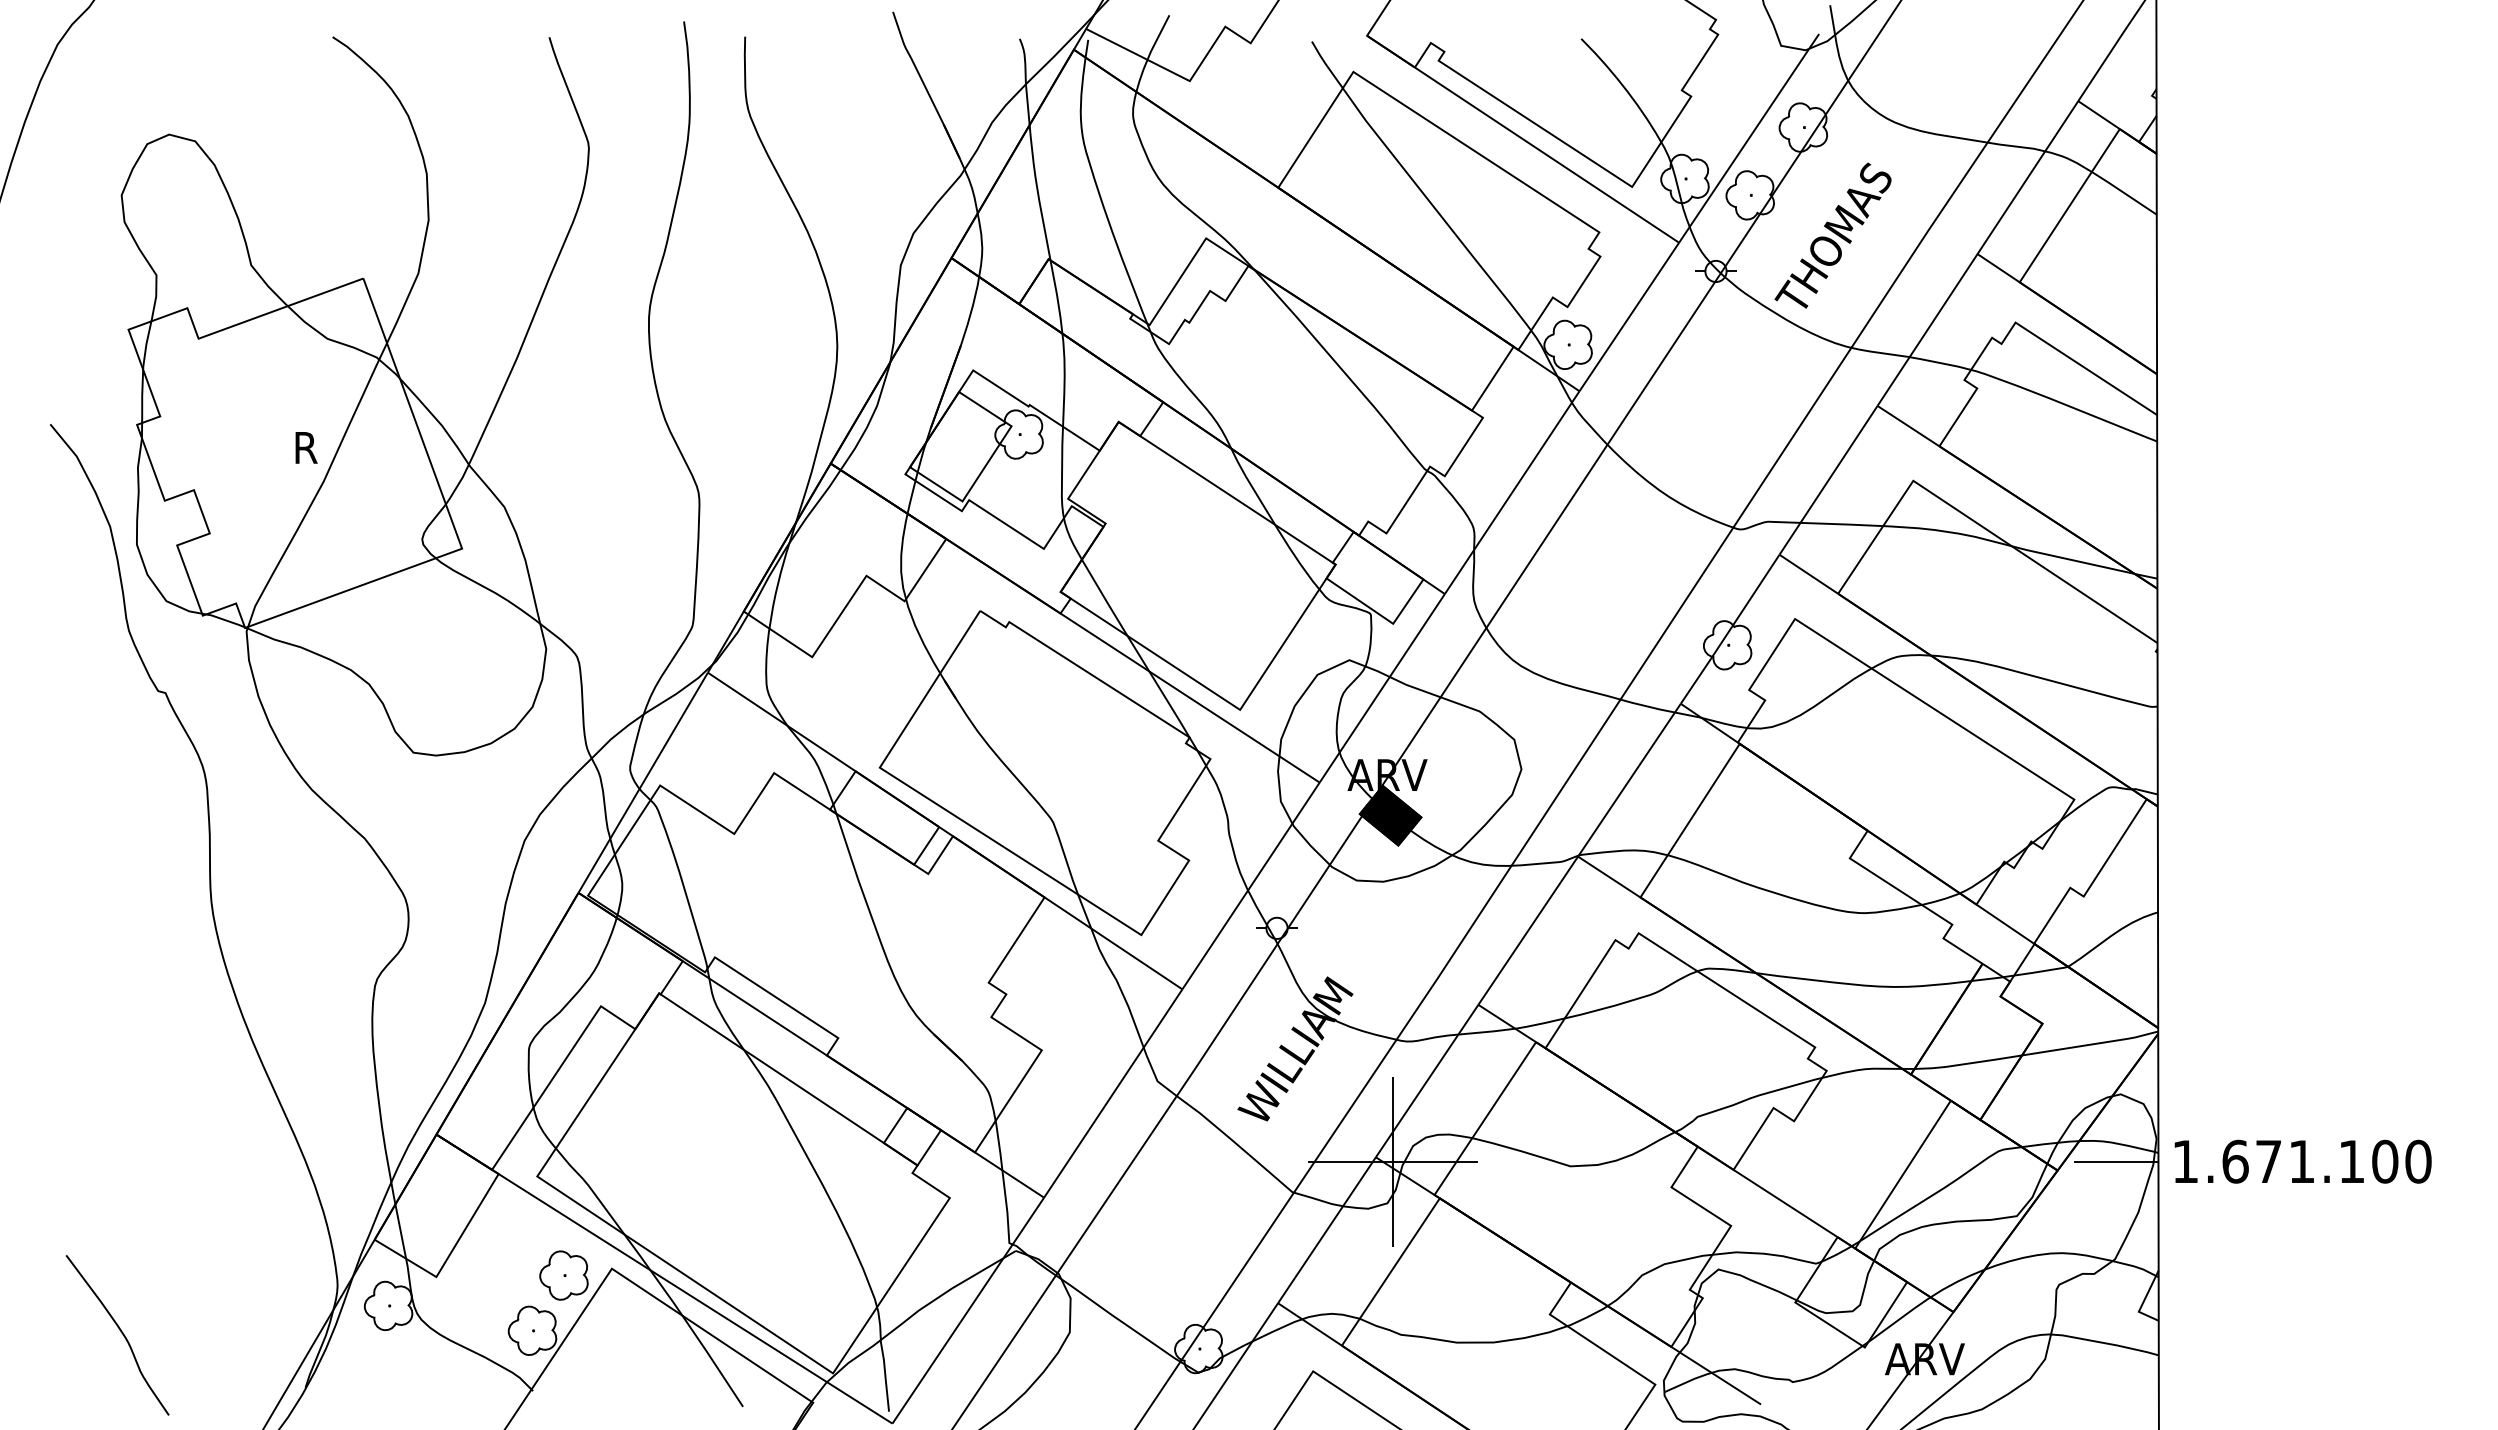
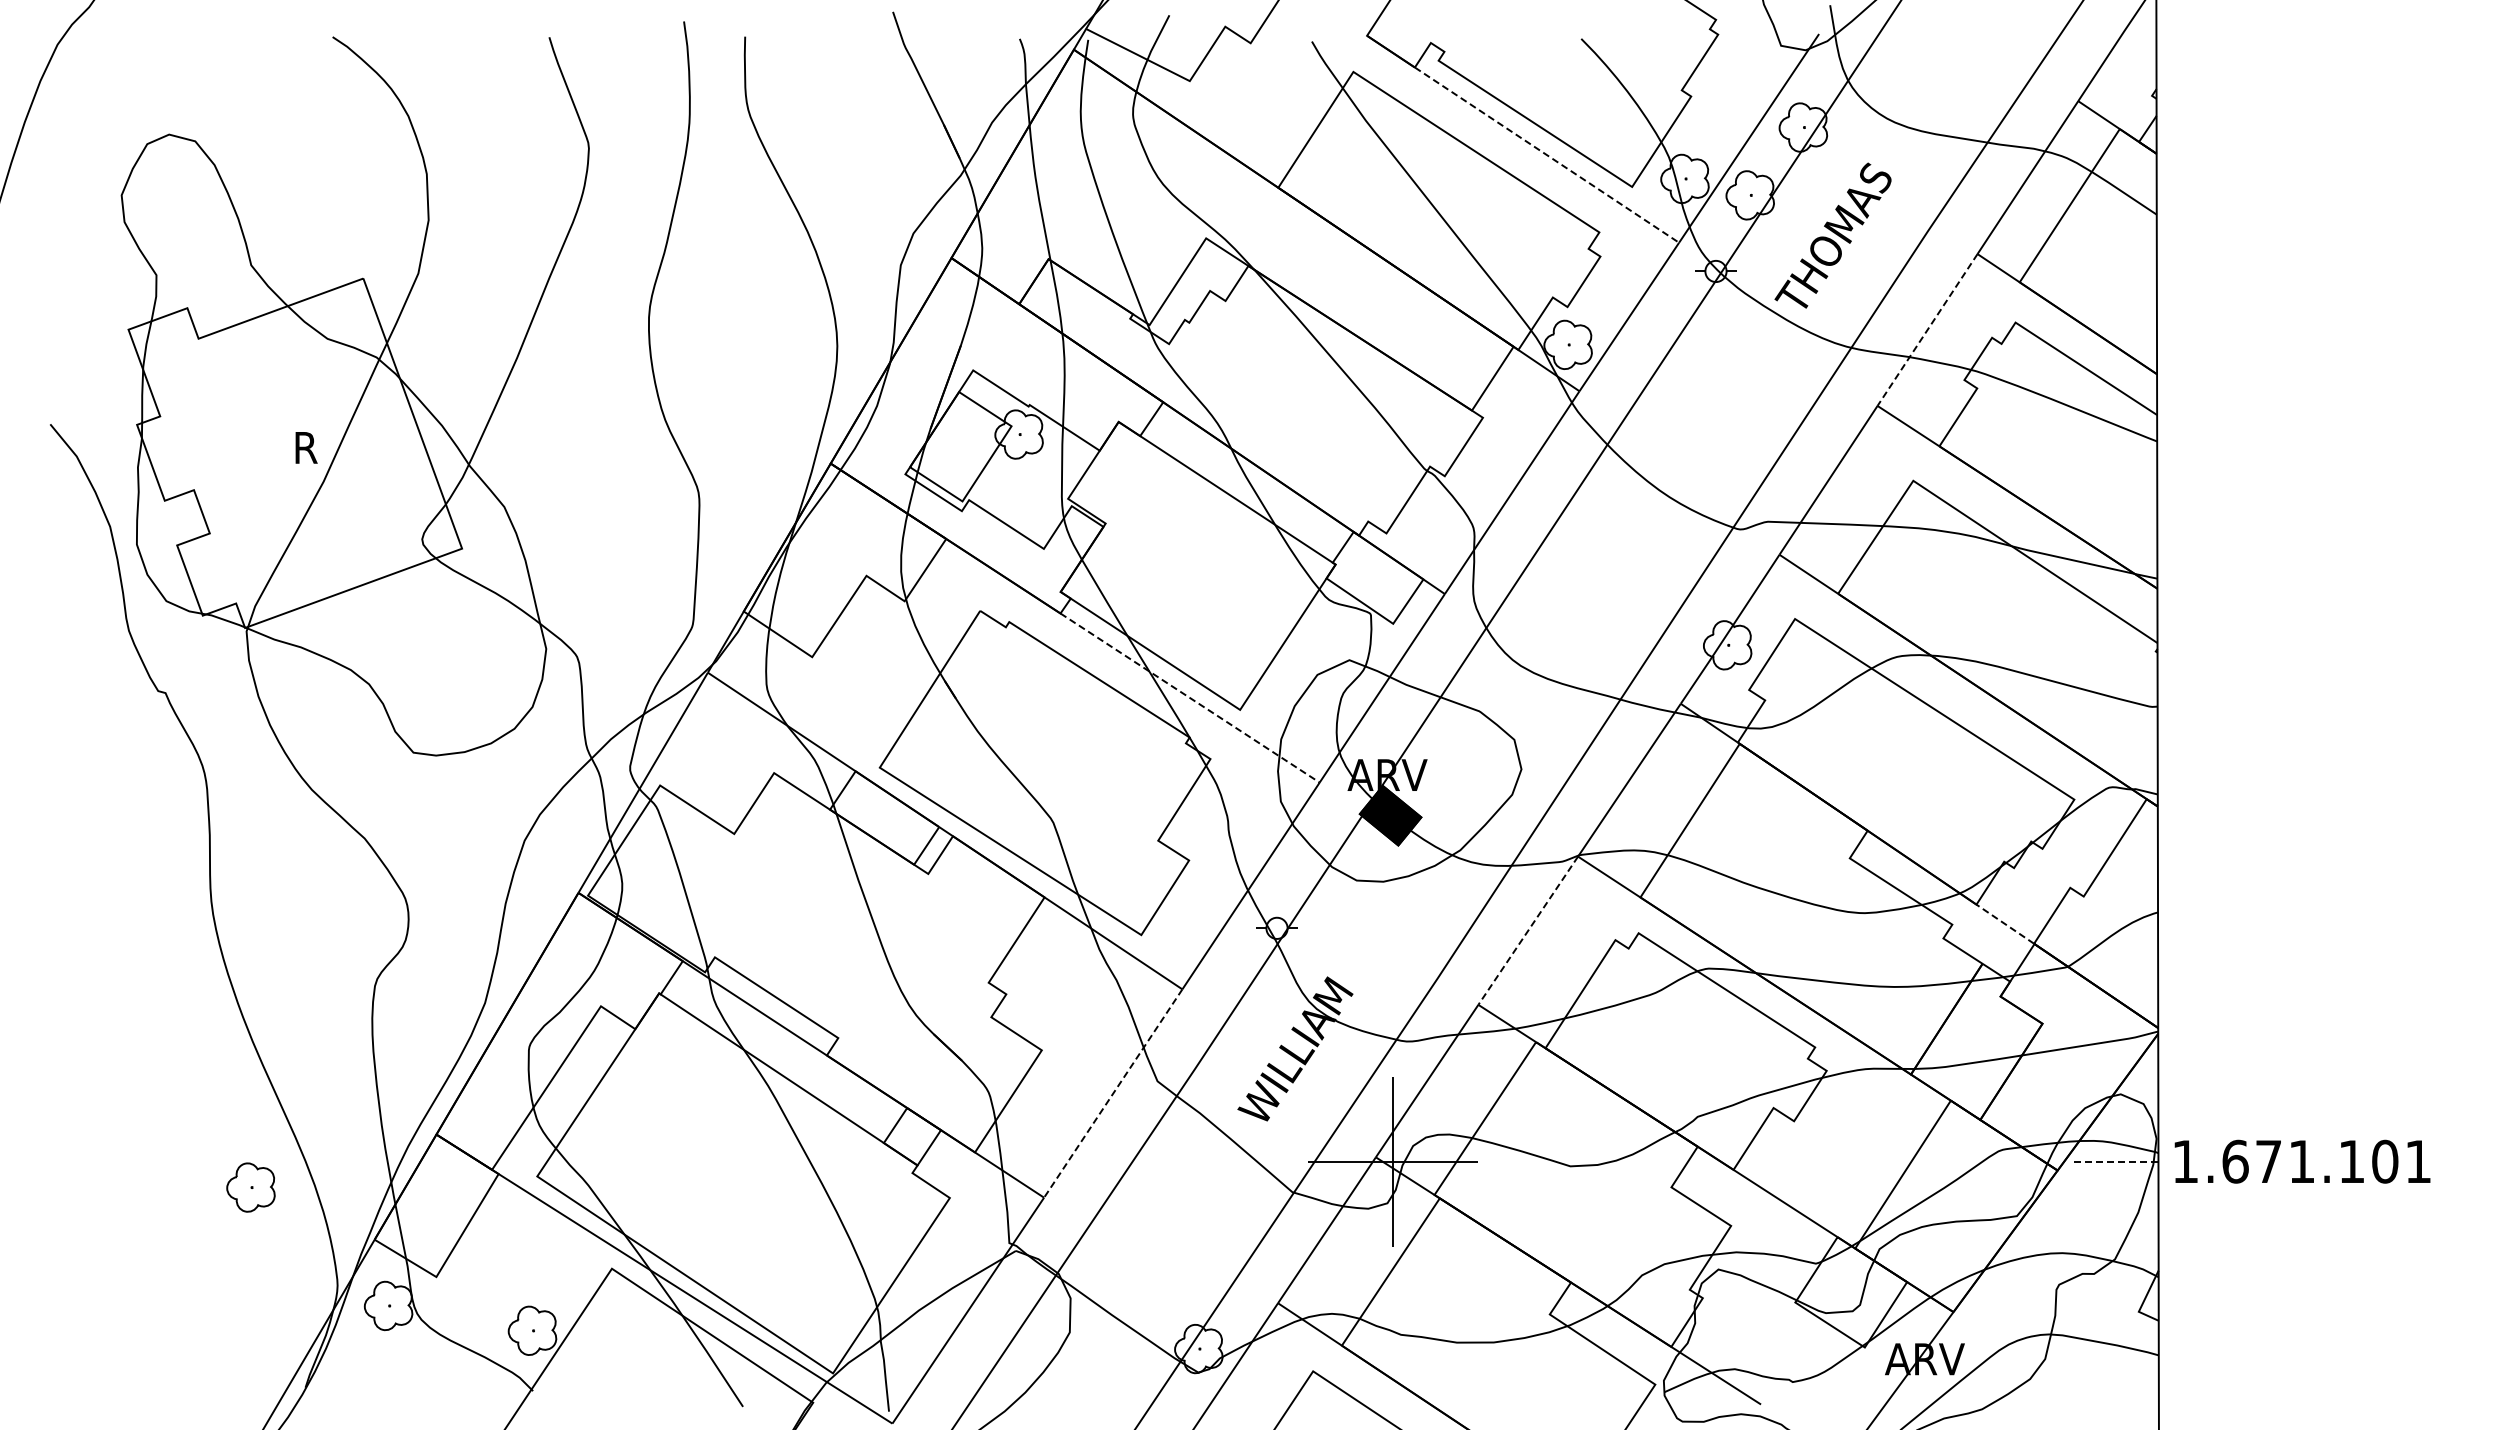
line at (1547, 155): solid -> dashed
line at (1927, 330): solid -> dashed
line at (1190, 698): solid -> dashed
line at (2005, 924): solid -> dashed
line at (1527, 931): solid -> dashed
line at (1112, 1093): solid -> dashed
line at (2115, 1161): solid -> dashed
text at (2418, 1161): 1.671.100 -> 1.671.101
part at (563, 1275) position: (563, 1275) -> (250, 1187)
curve at (121, 1333): present -> none
